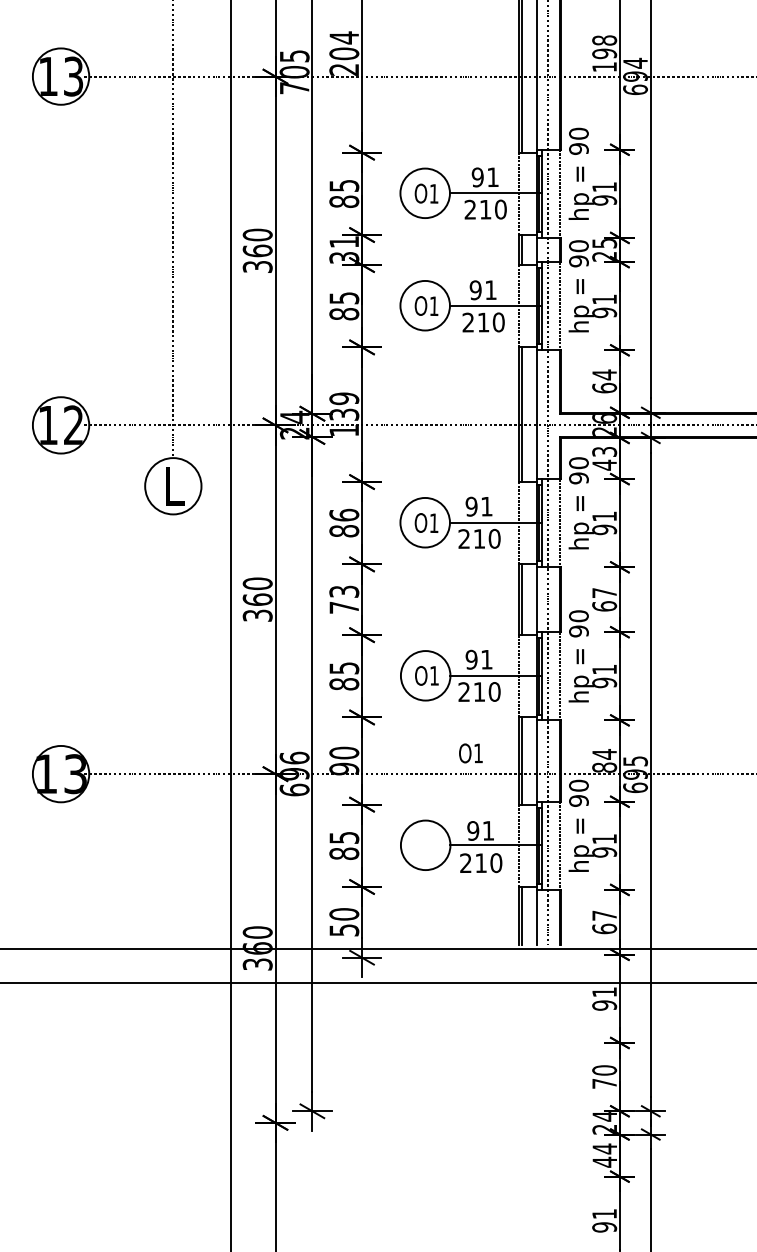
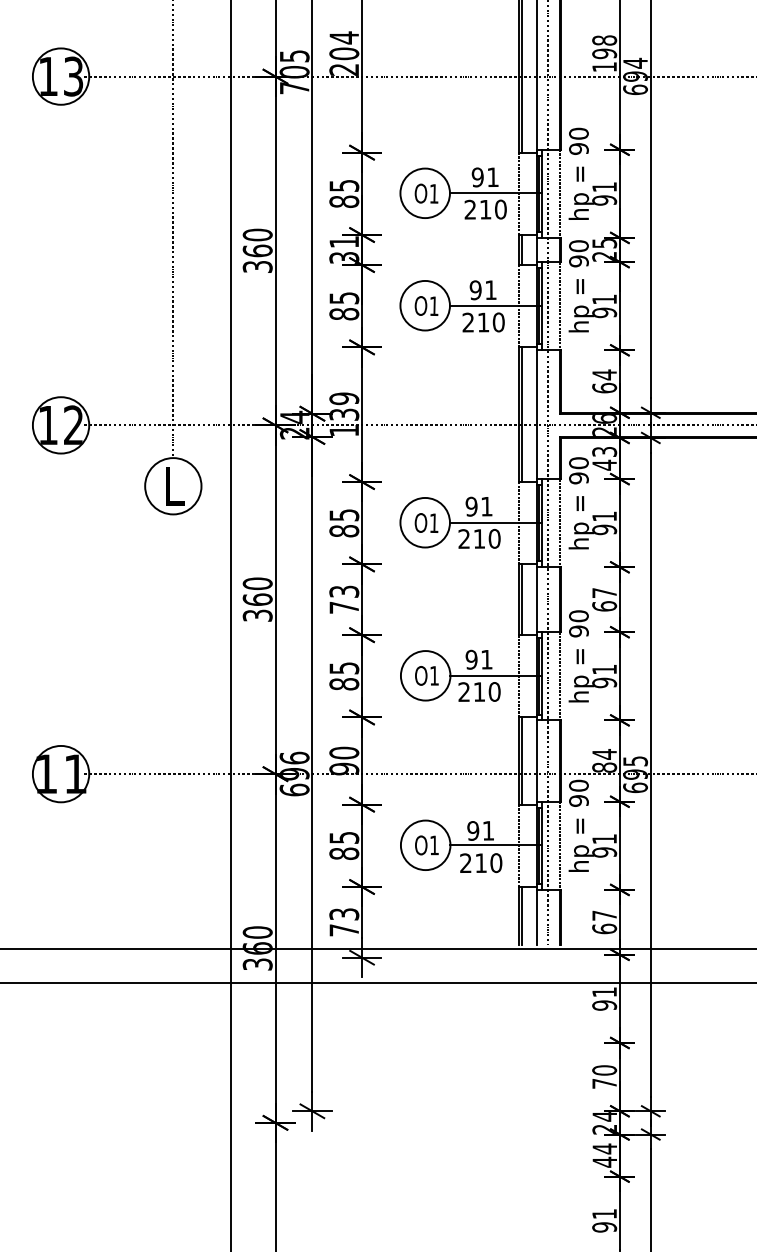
text at (344, 514): 86 -> 85
text at (470, 753) position: (470, 753) -> (426, 845)
text at (75, 774): 13 -> 11
text at (344, 922): 50 -> 73
